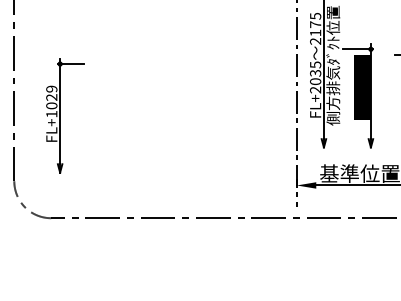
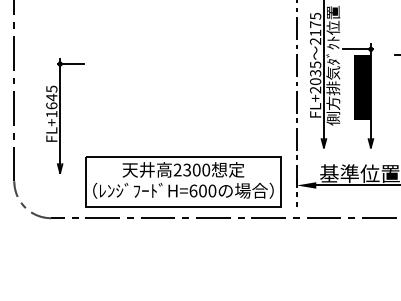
text at (51, 97): FL+1029 -> FL+1645
part at (183, 181): none -> present
